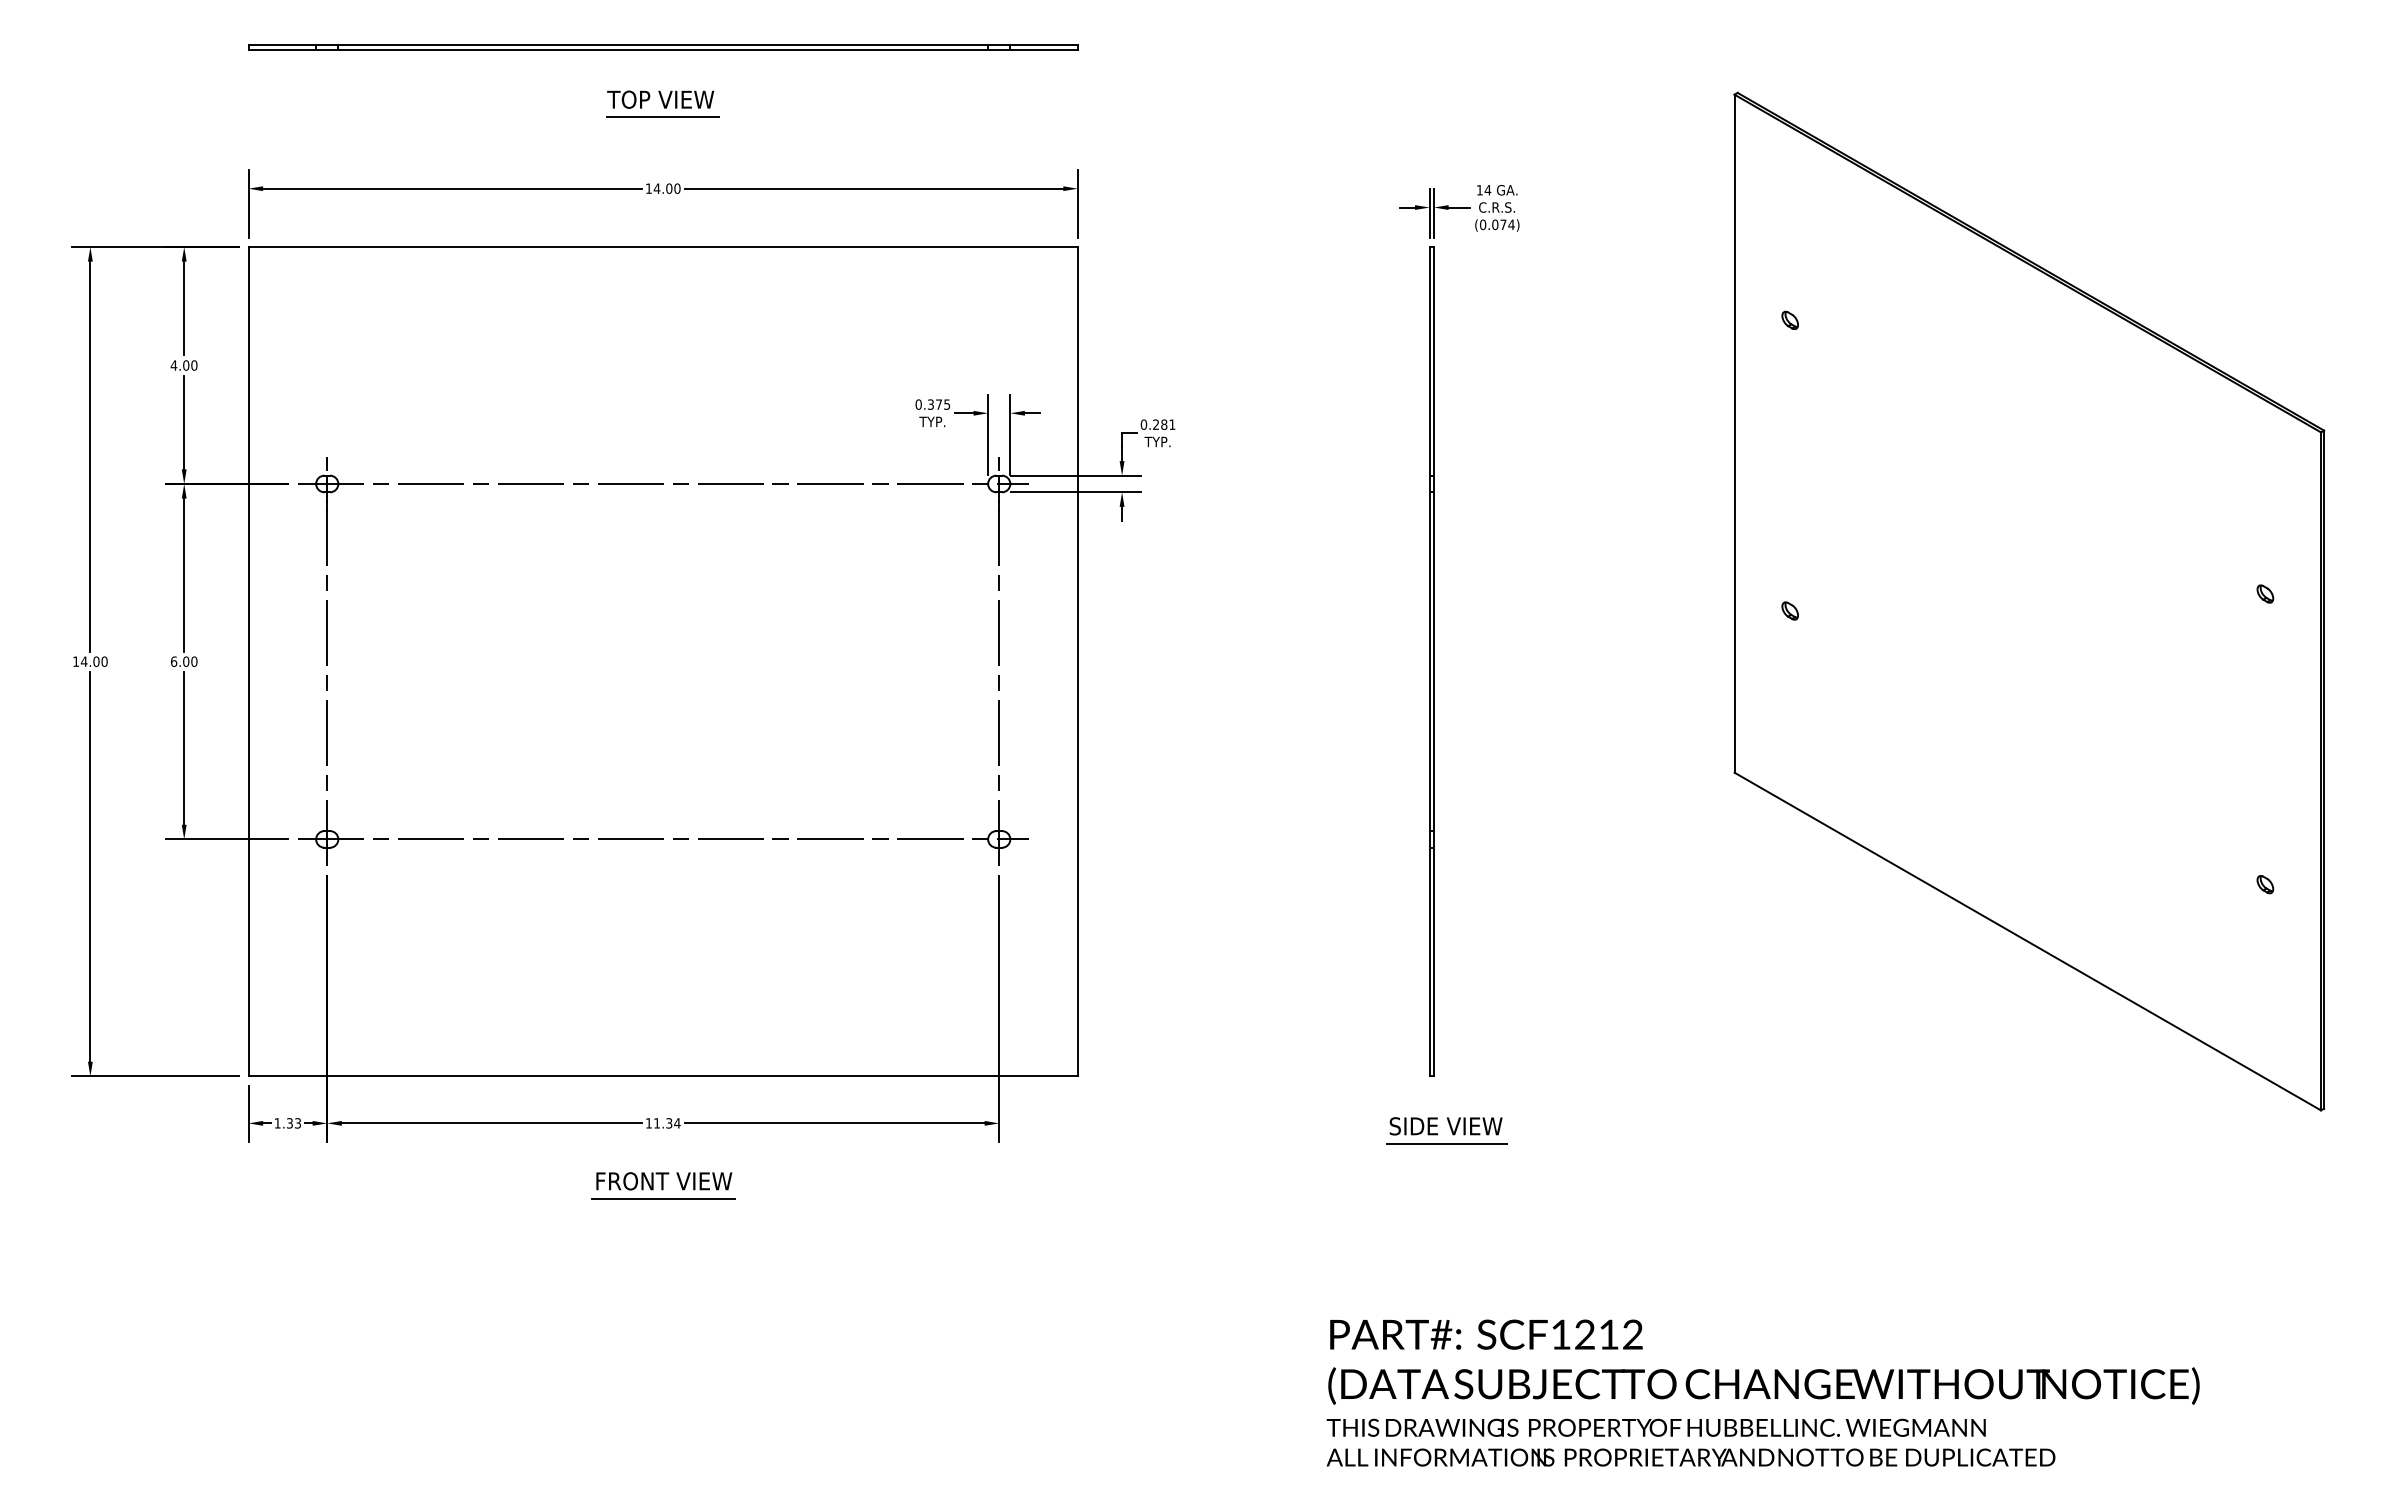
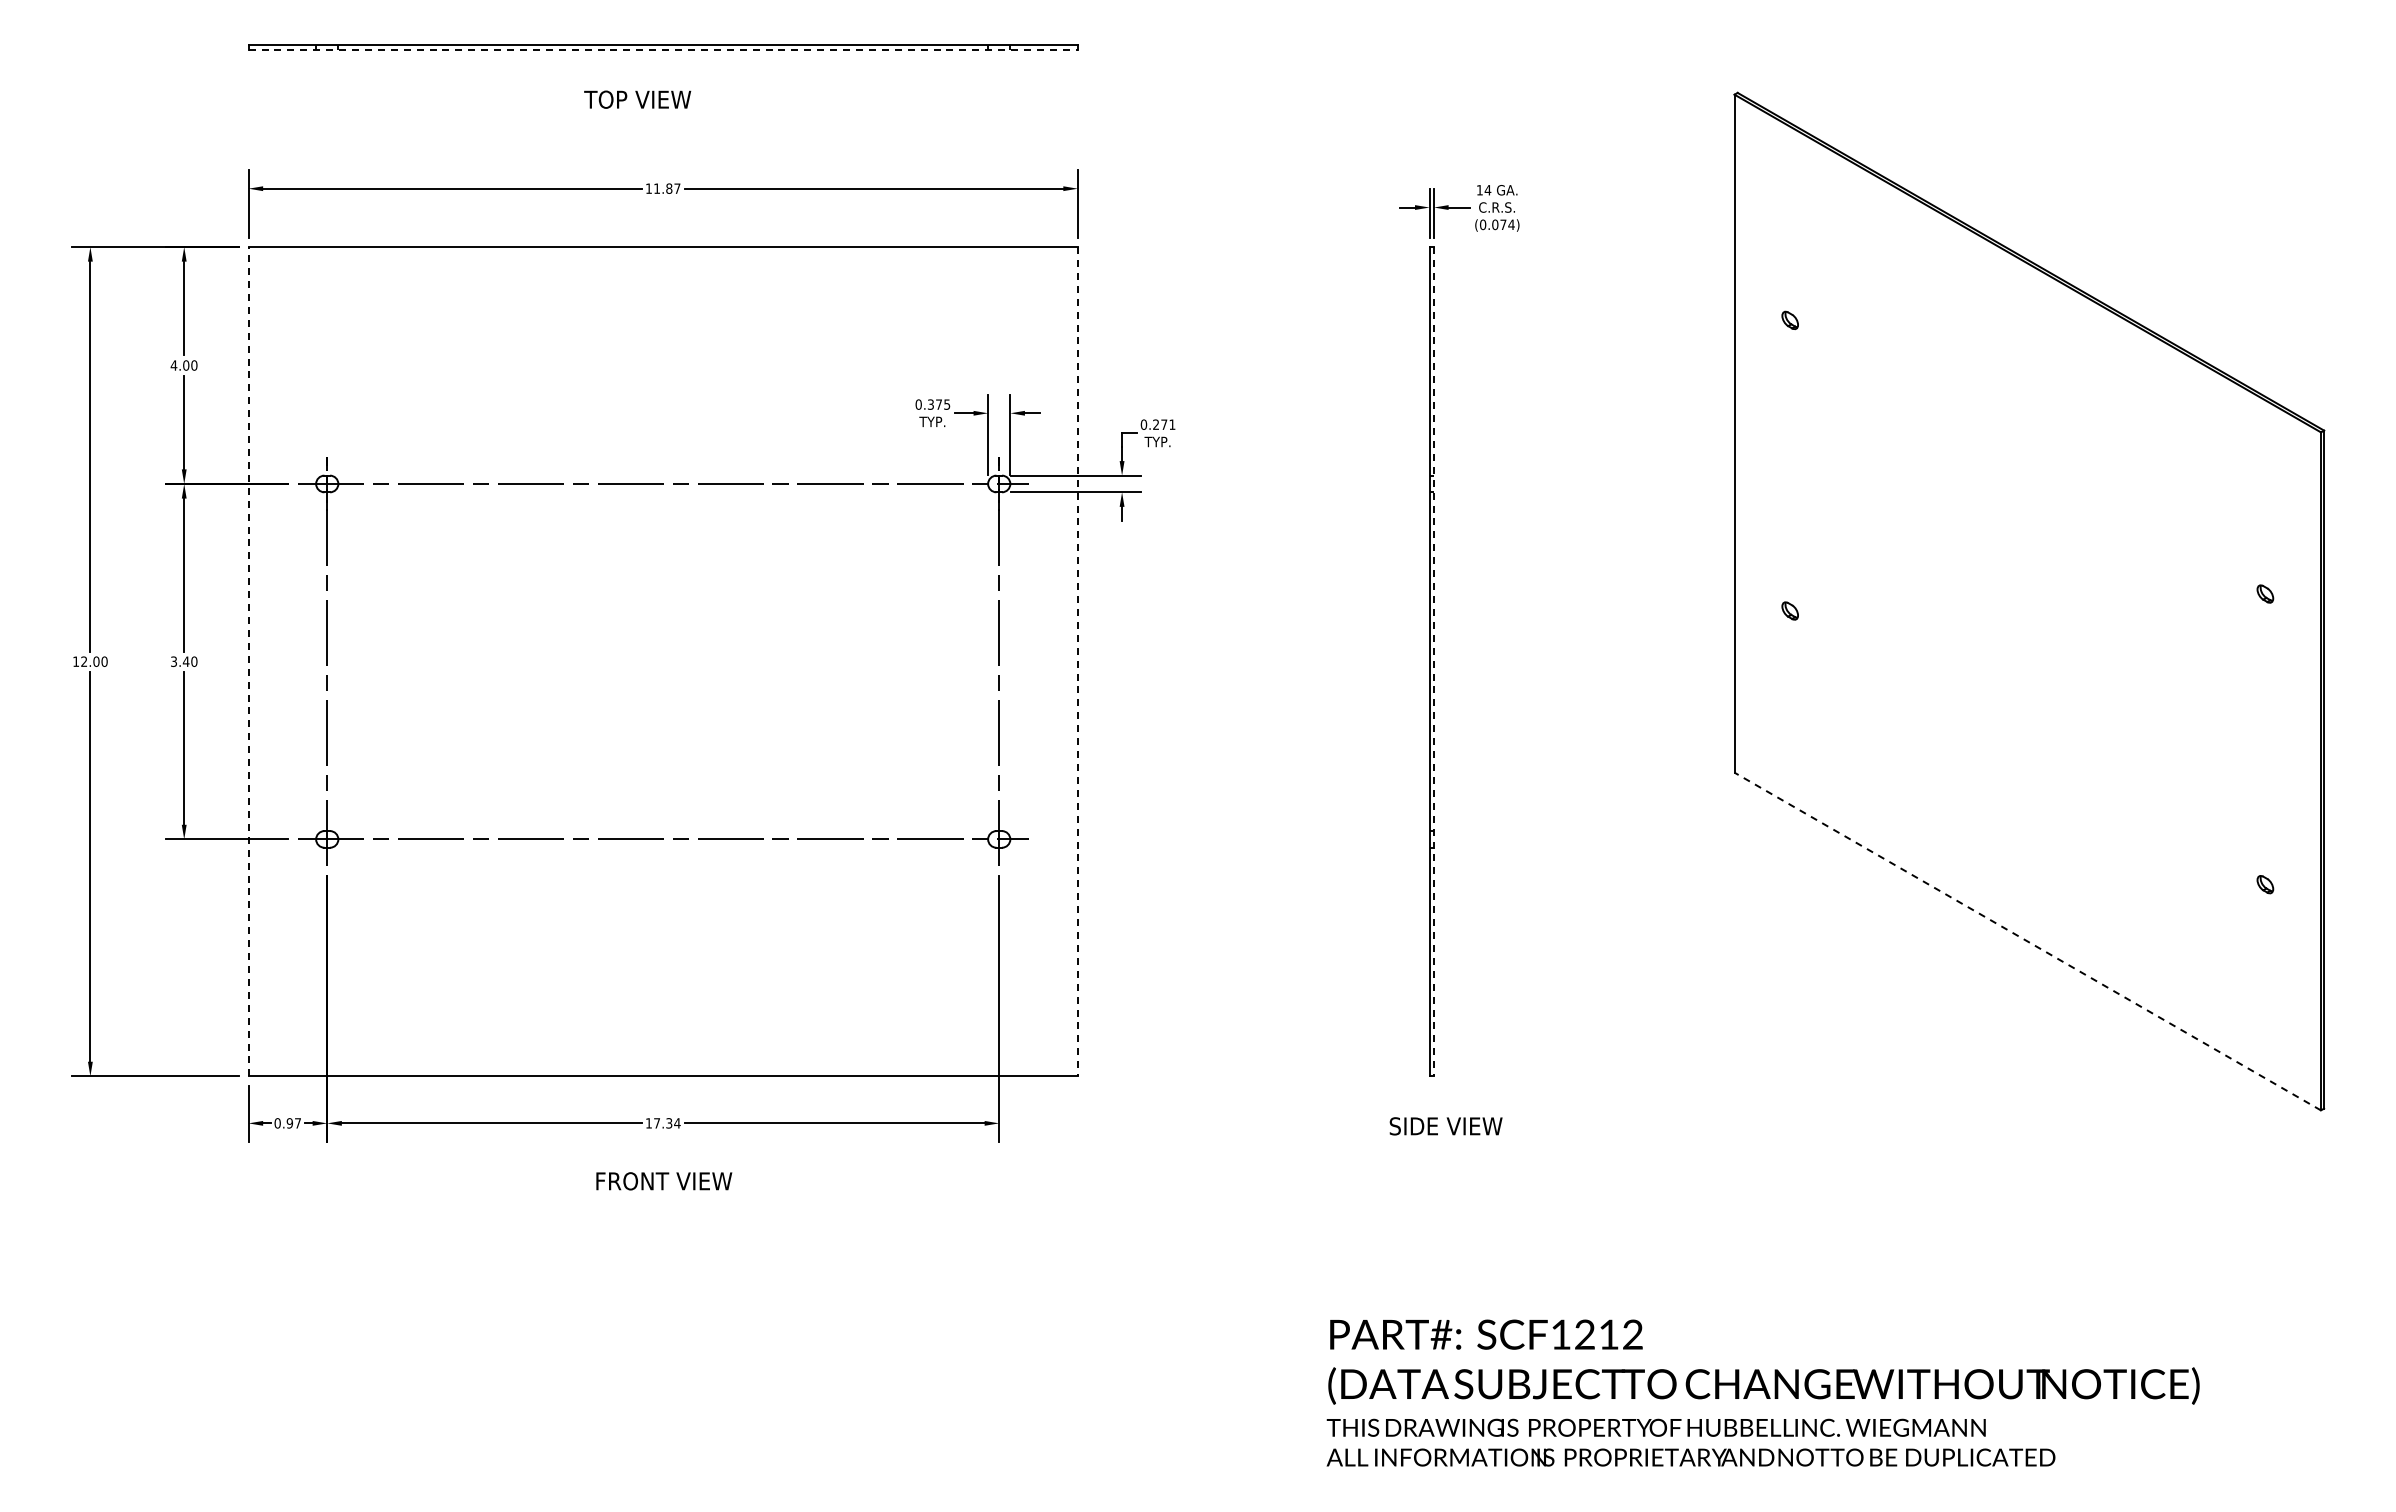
line at (663, 49): solid -> dashed
text at (660, 99) position: (660, 99) -> (637, 99)
line at (663, 117): present -> none
text at (666, 188): 14.00 -> 11.87
text at (1164, 424): 0.281 -> 0.271
text at (83, 661): 14.00 -> 12.00
text at (180, 661): 6.00 -> 3.40
line at (248, 661): solid -> dashed
line at (1077, 661): solid -> dashed
line at (1434, 661): solid -> dashed
line at (2027, 941): solid -> dashed
text at (287, 1123): 1.33 -> 0.97
text at (656, 1123): 11.34 -> 17.34
line at (1446, 1143): present -> none
line at (663, 1198): present -> none
